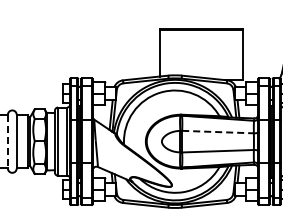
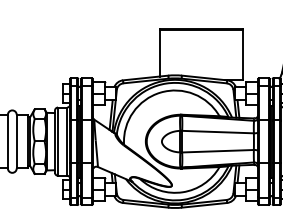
line at (218, 132): dashed -> solid
line at (7, 141): dashed -> solid
